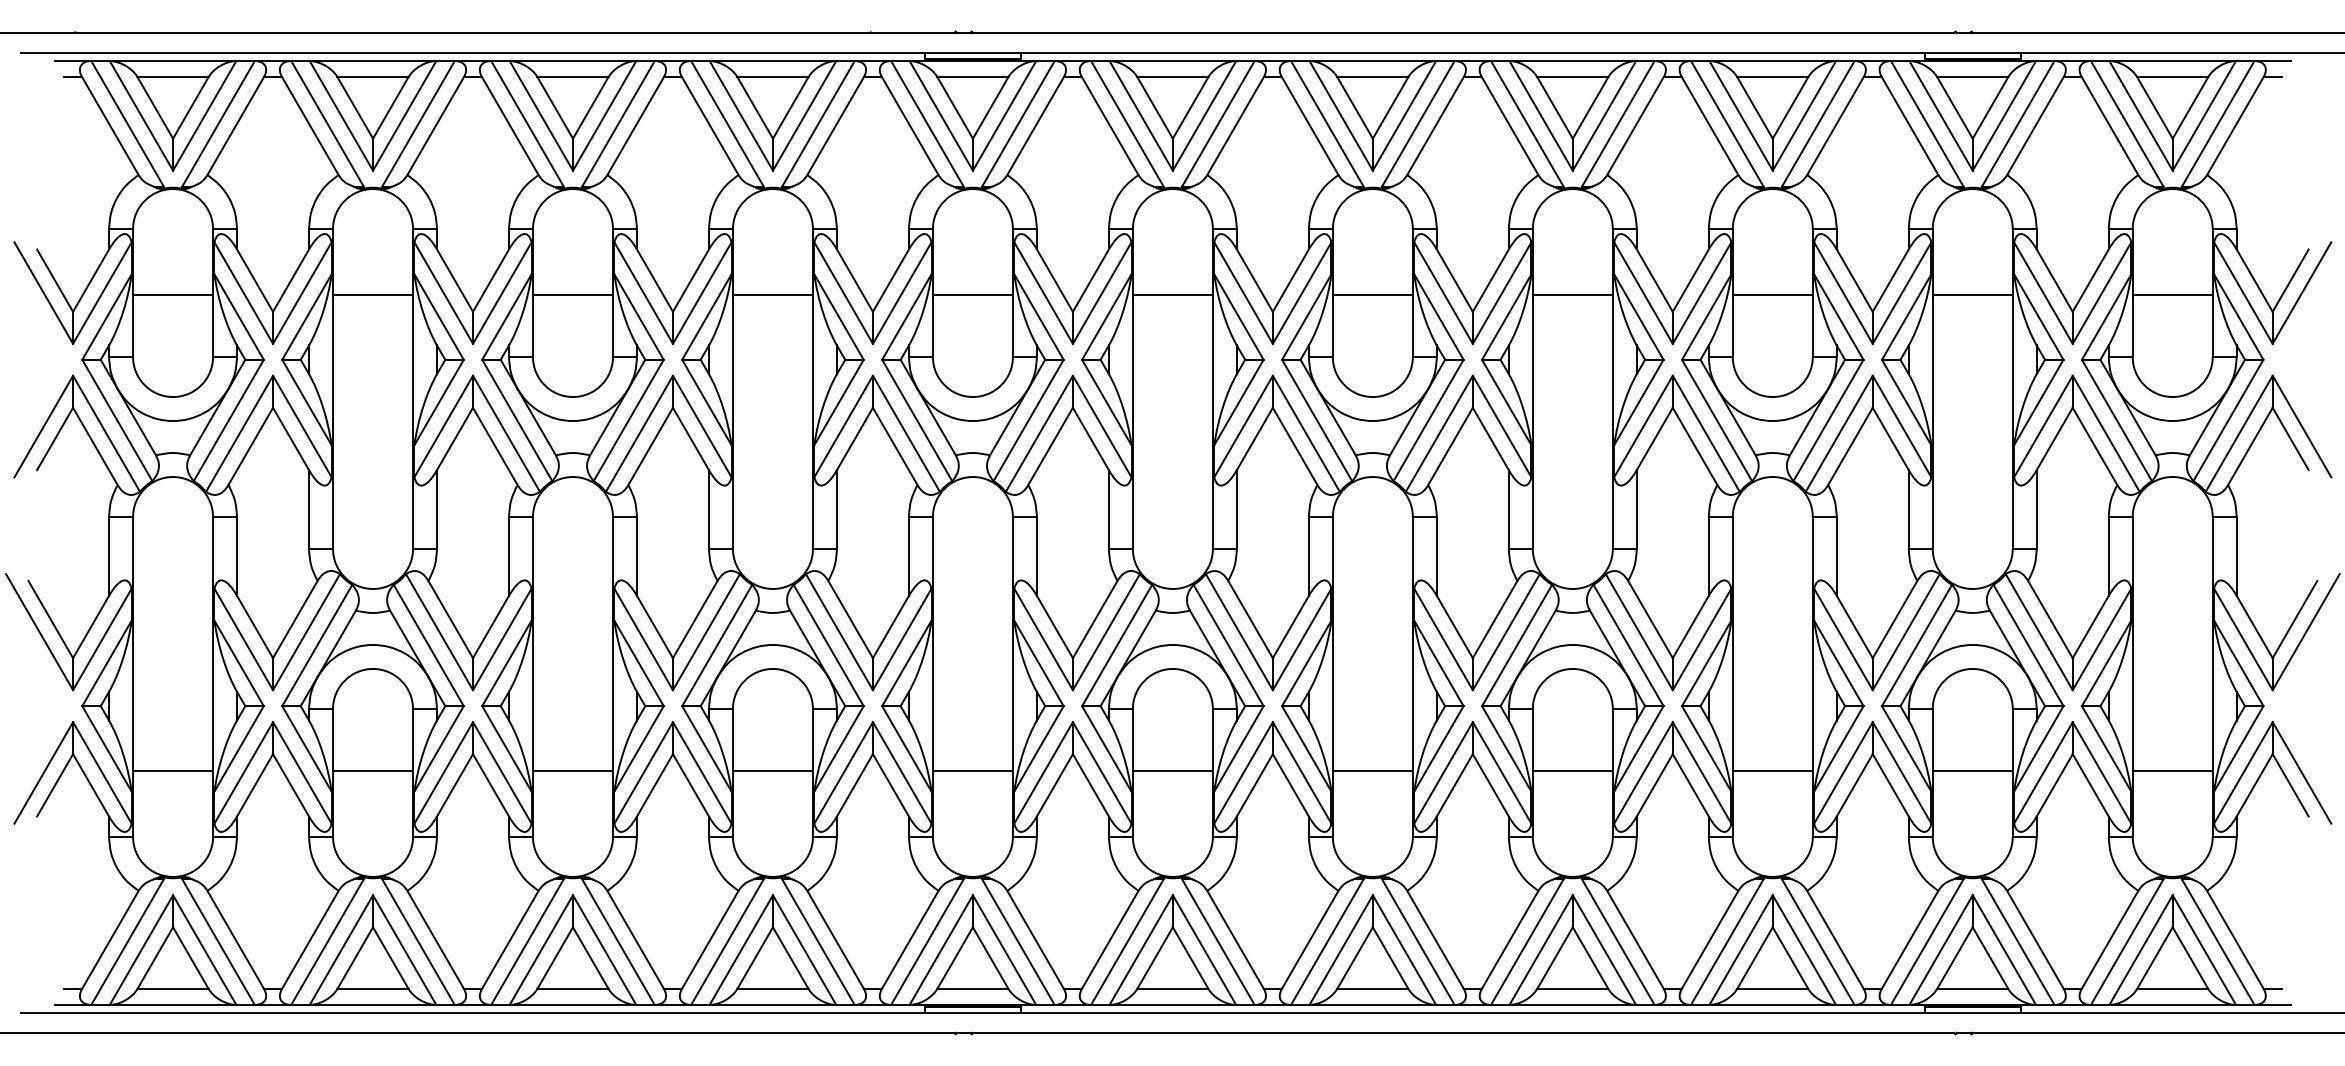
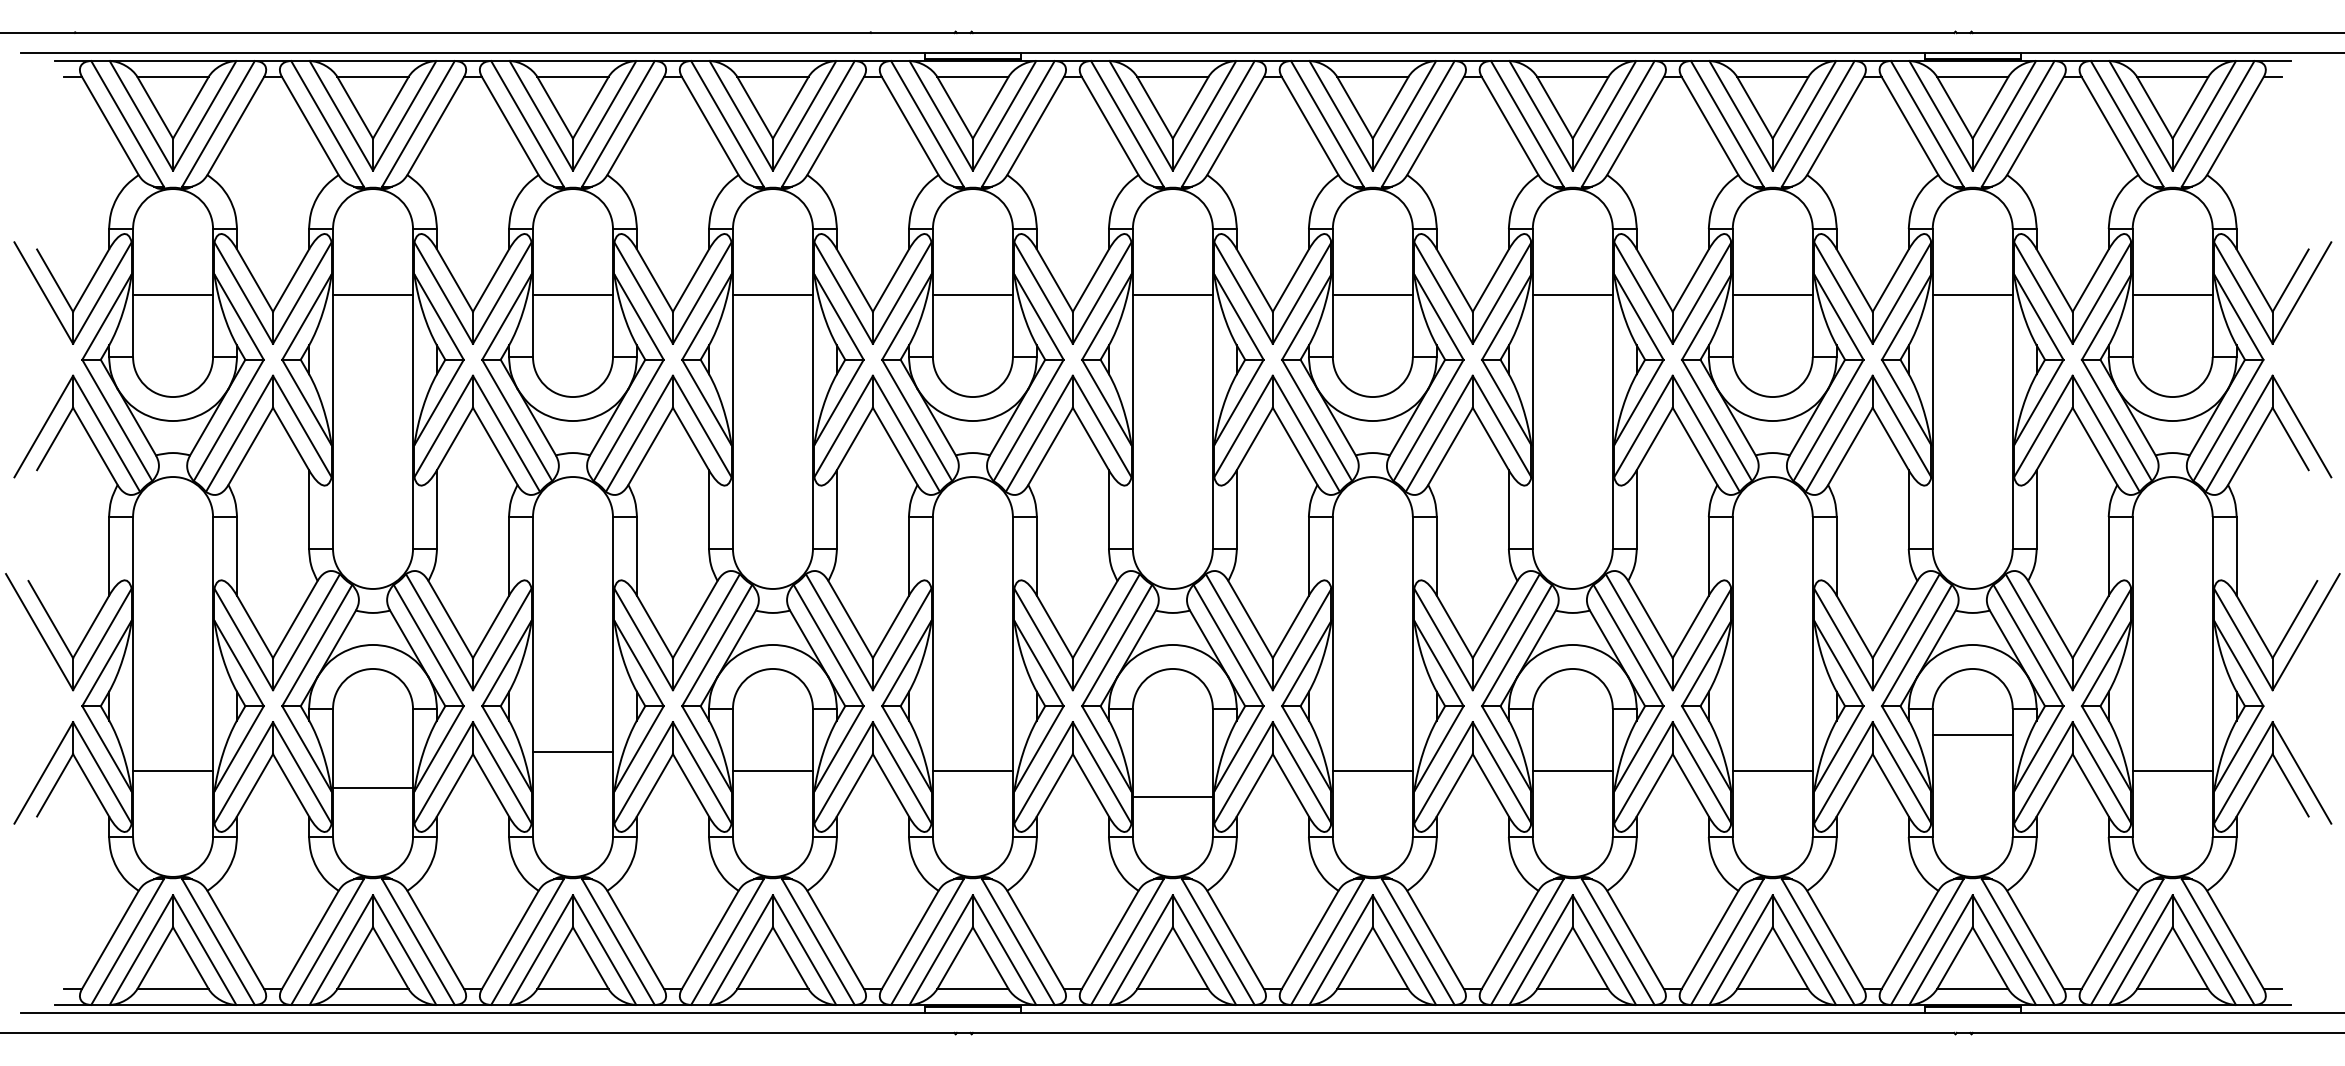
line at (373, 770) position: (373, 770) -> (373, 787)
line at (572, 770) position: (572, 770) -> (572, 751)
line at (1172, 770) position: (1172, 770) -> (1172, 796)
line at (1972, 770) position: (1972, 770) -> (1972, 734)
